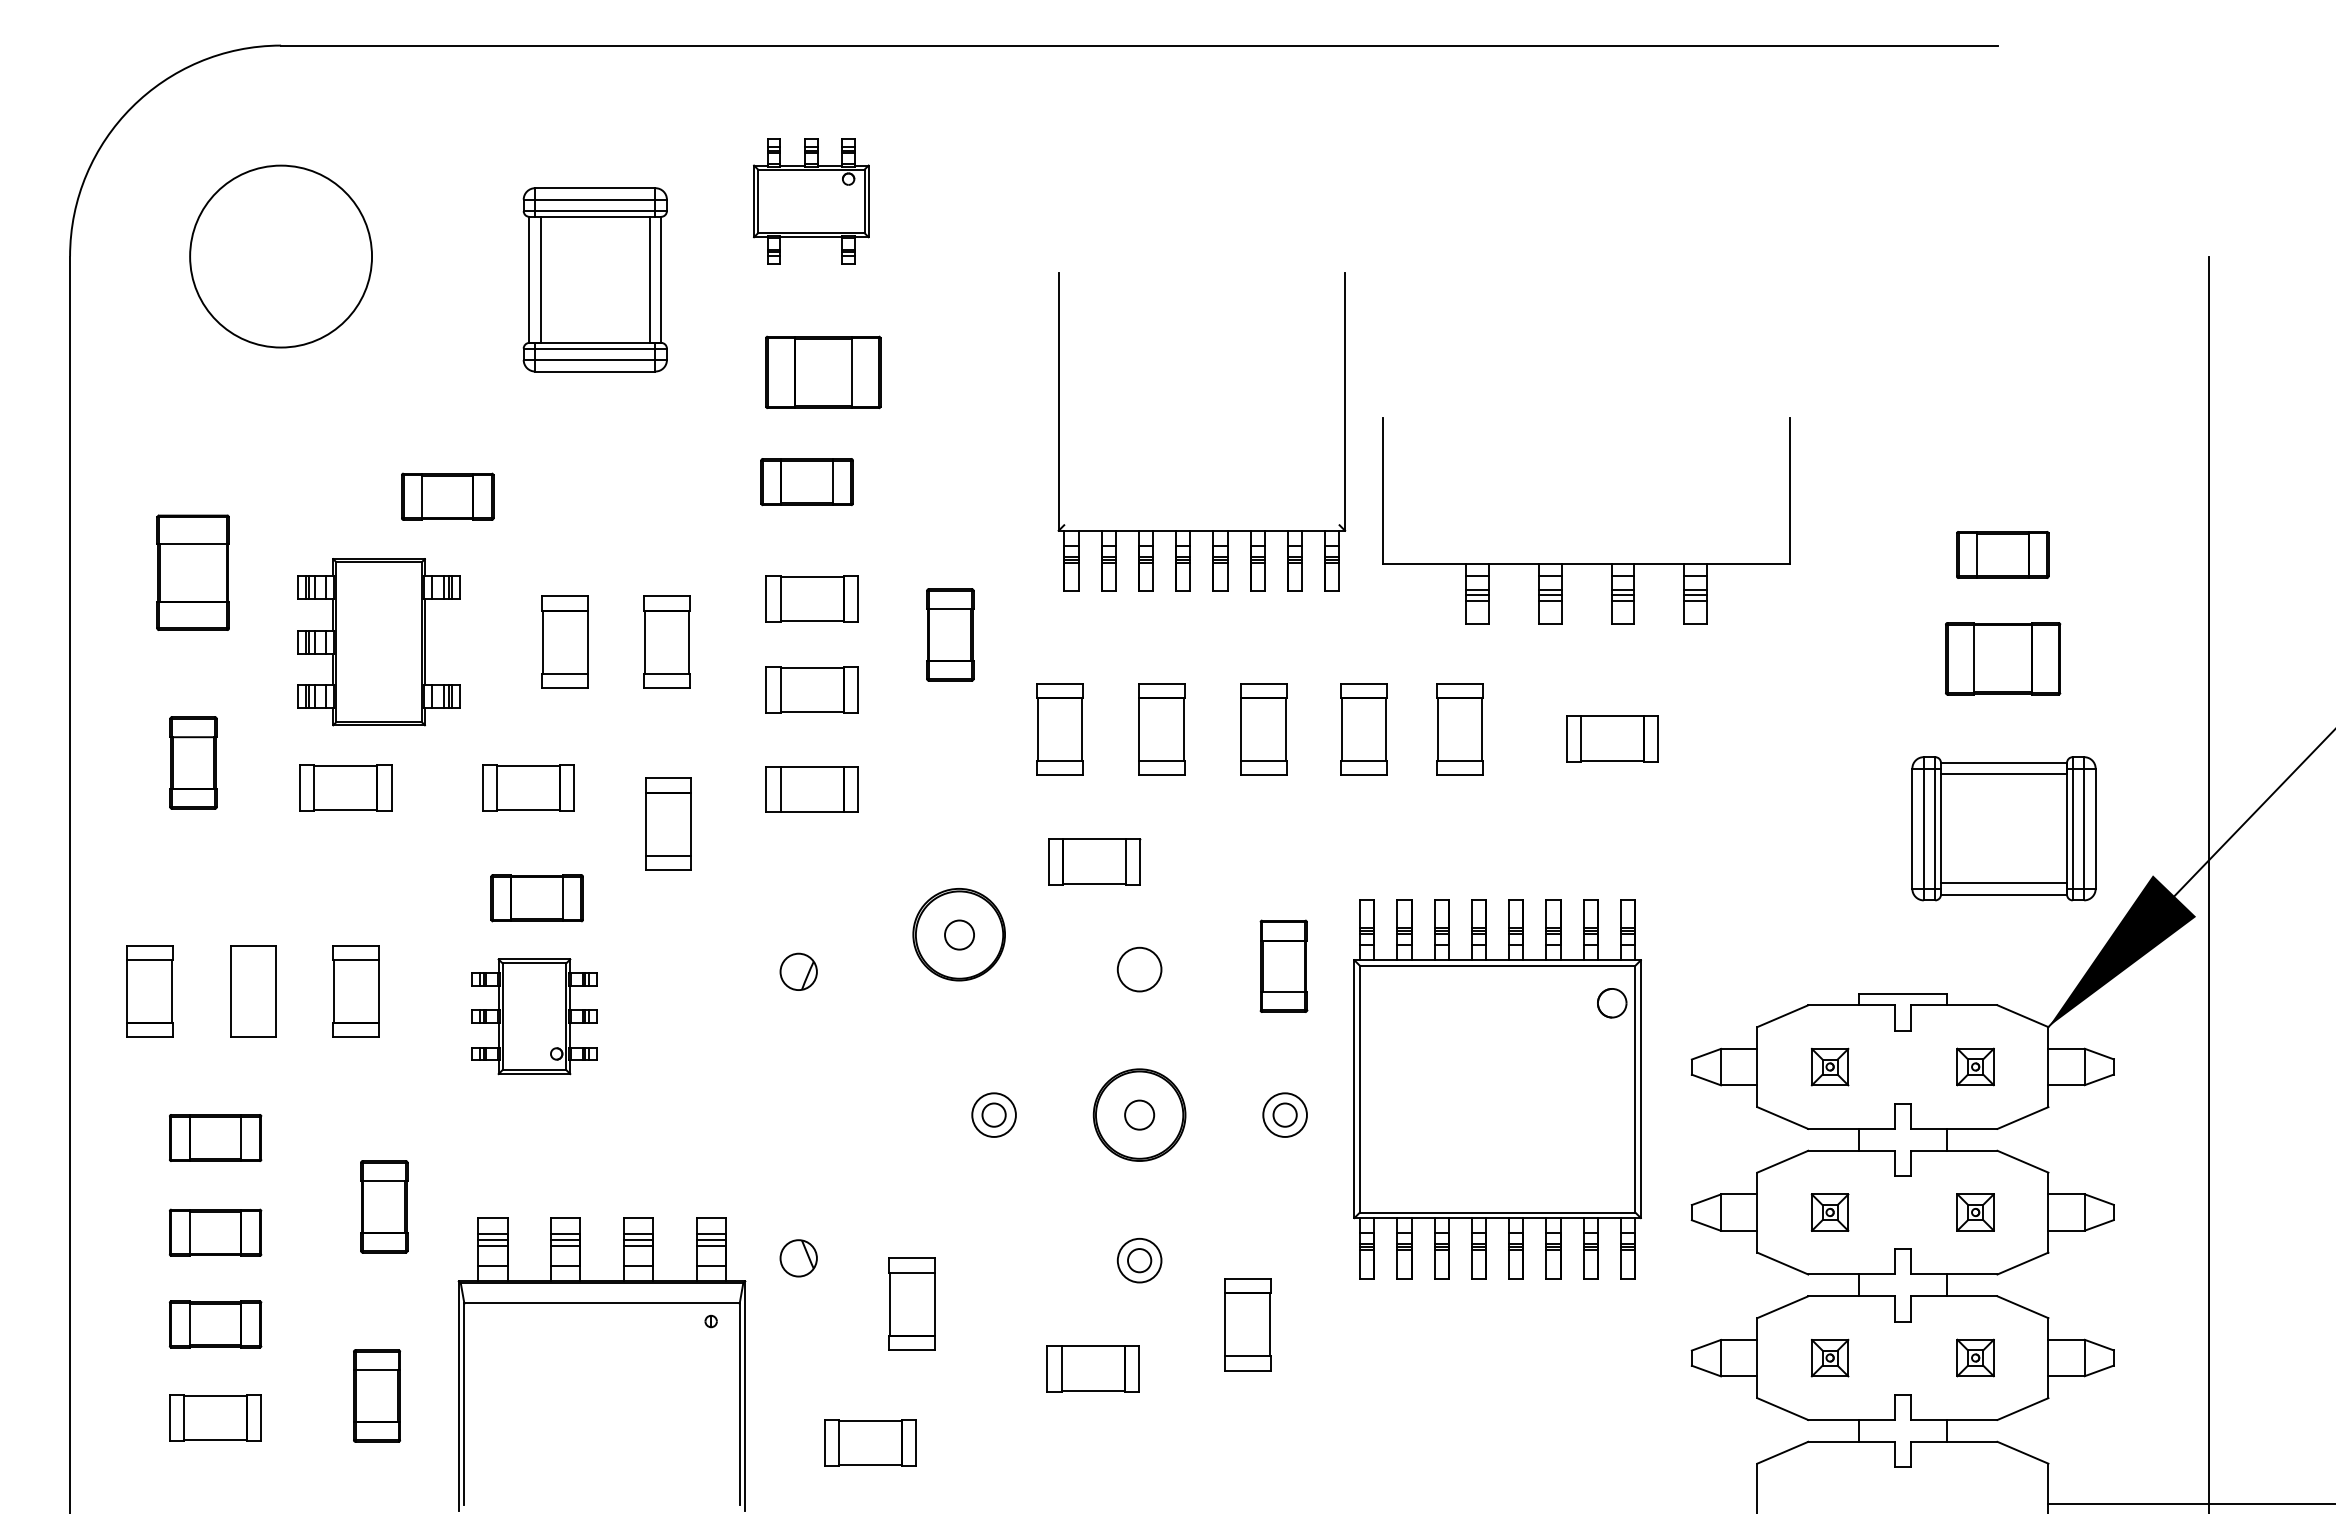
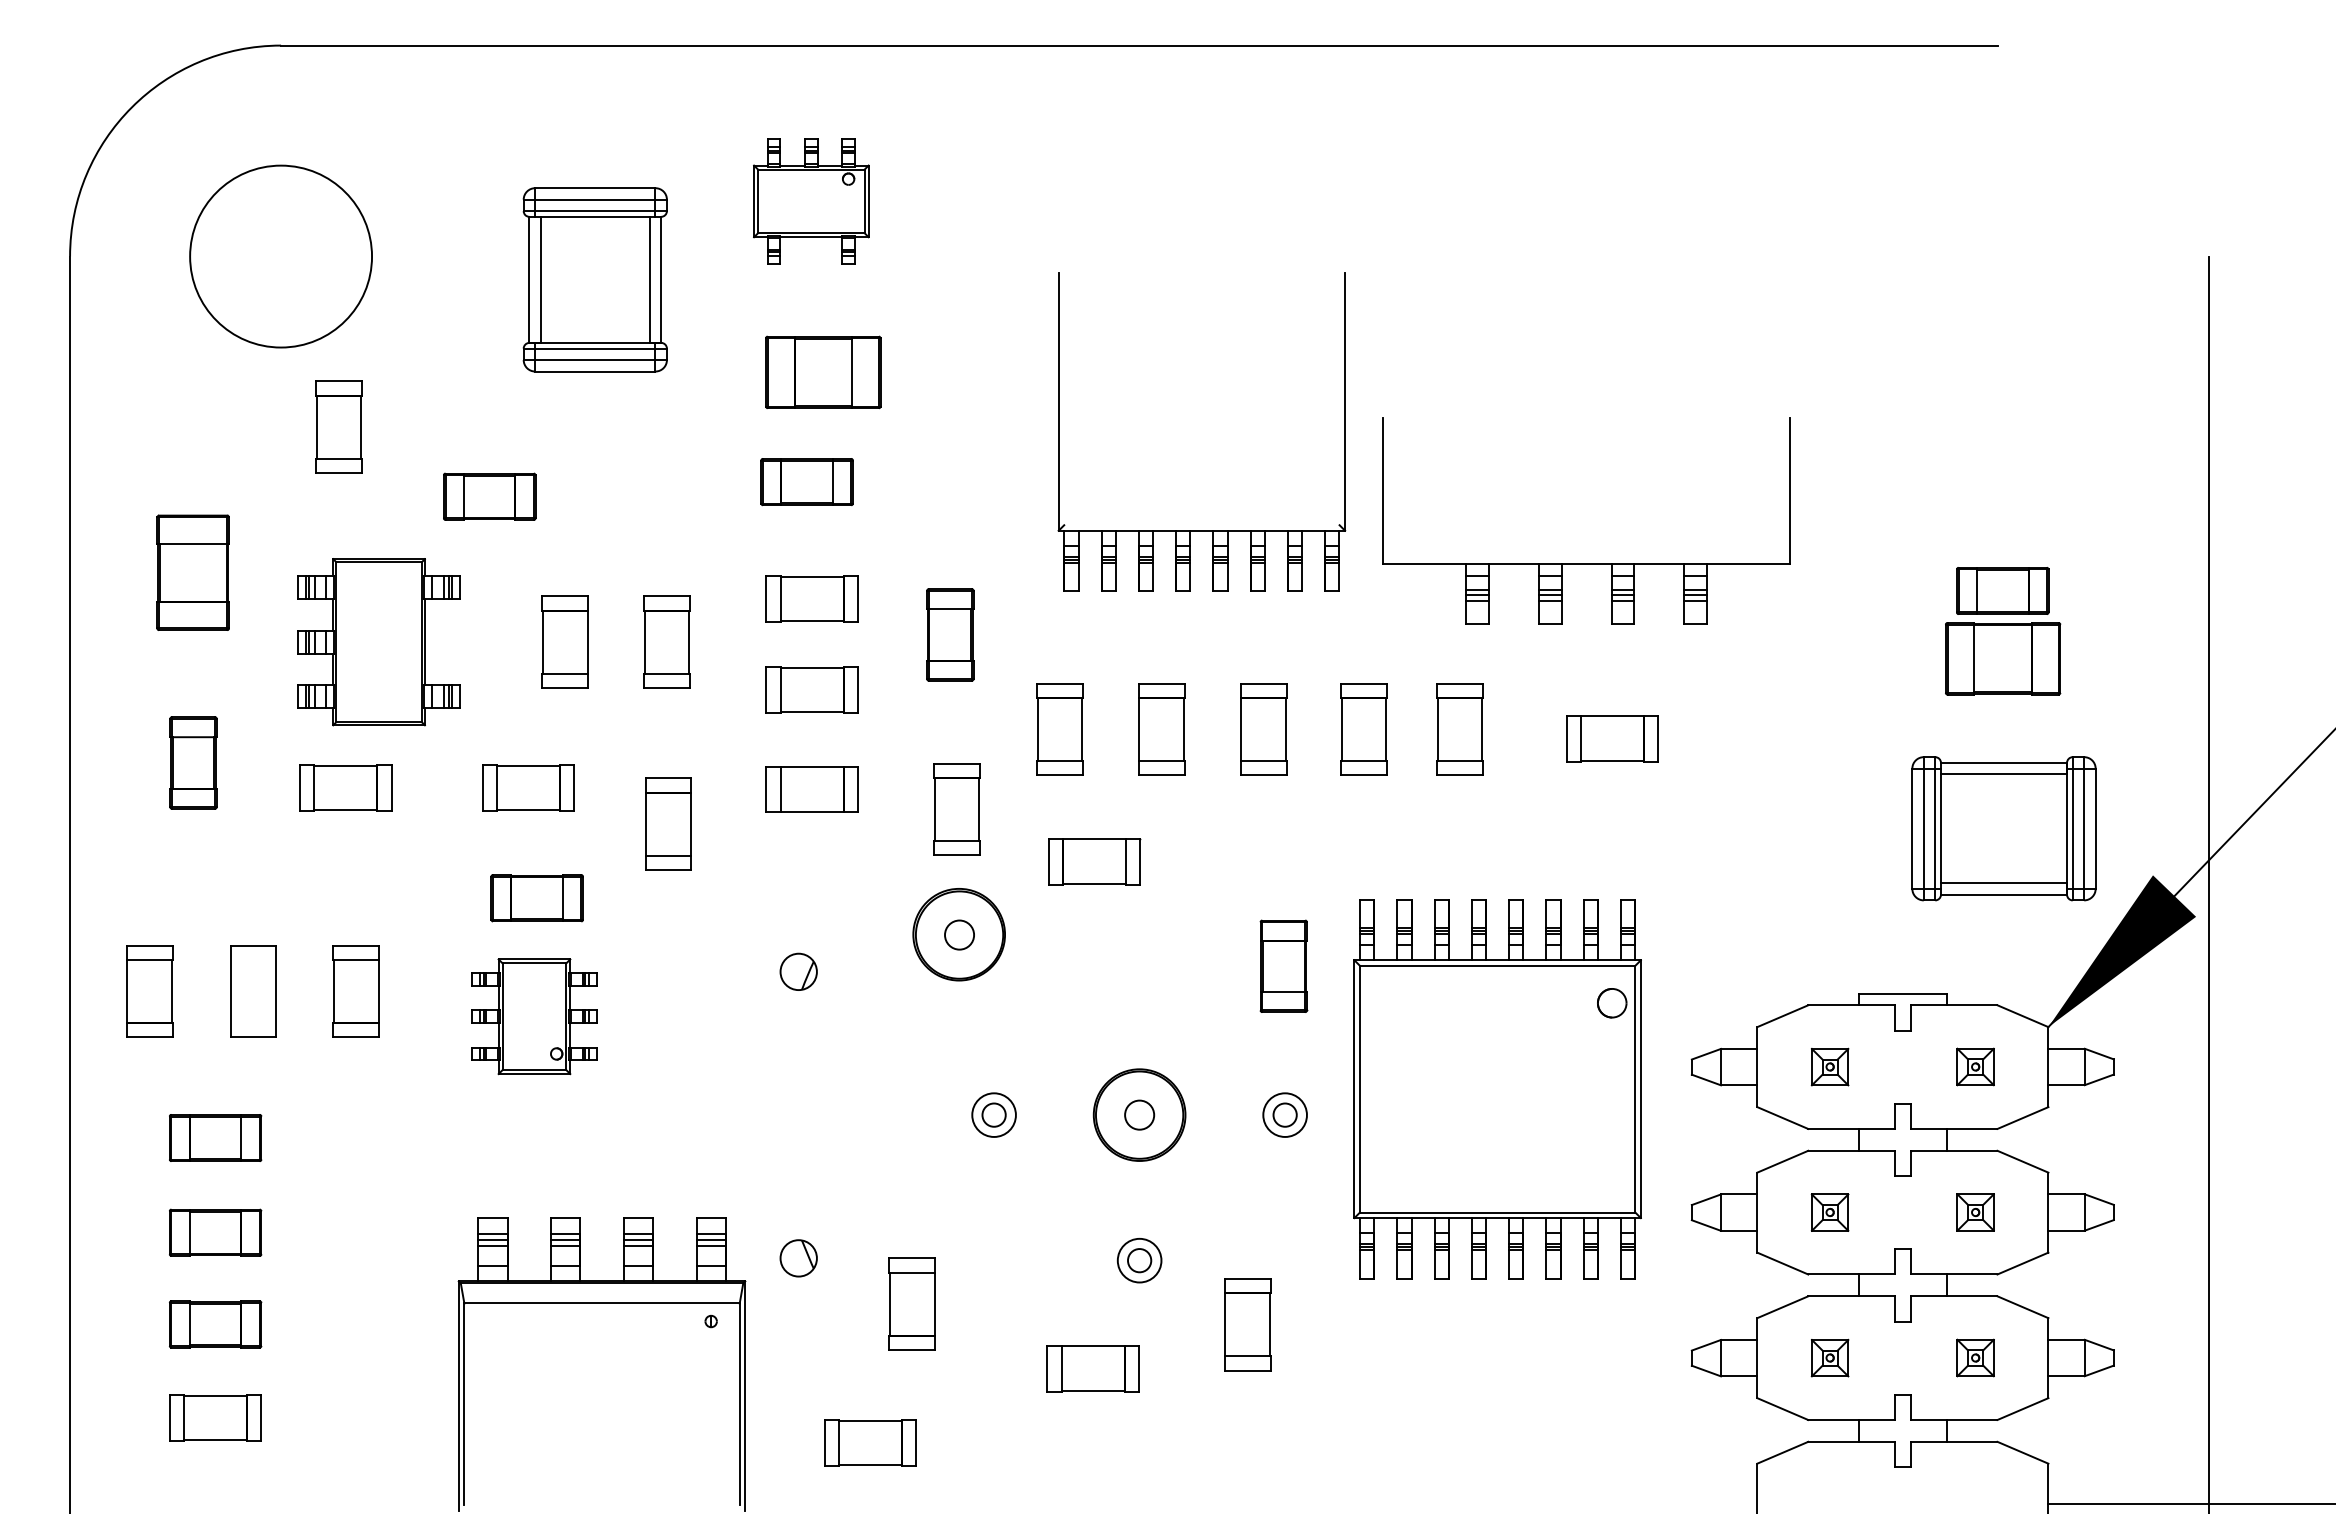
part at (338, 426): none -> present
part at (447, 496) position: (447, 496) -> (489, 496)
part at (2002, 554) position: (2002, 554) -> (2002, 590)
part at (956, 809): none -> present
circle at (1139, 969): present -> none
part at (384, 1206): present -> none
part at (376, 1395): present -> none
